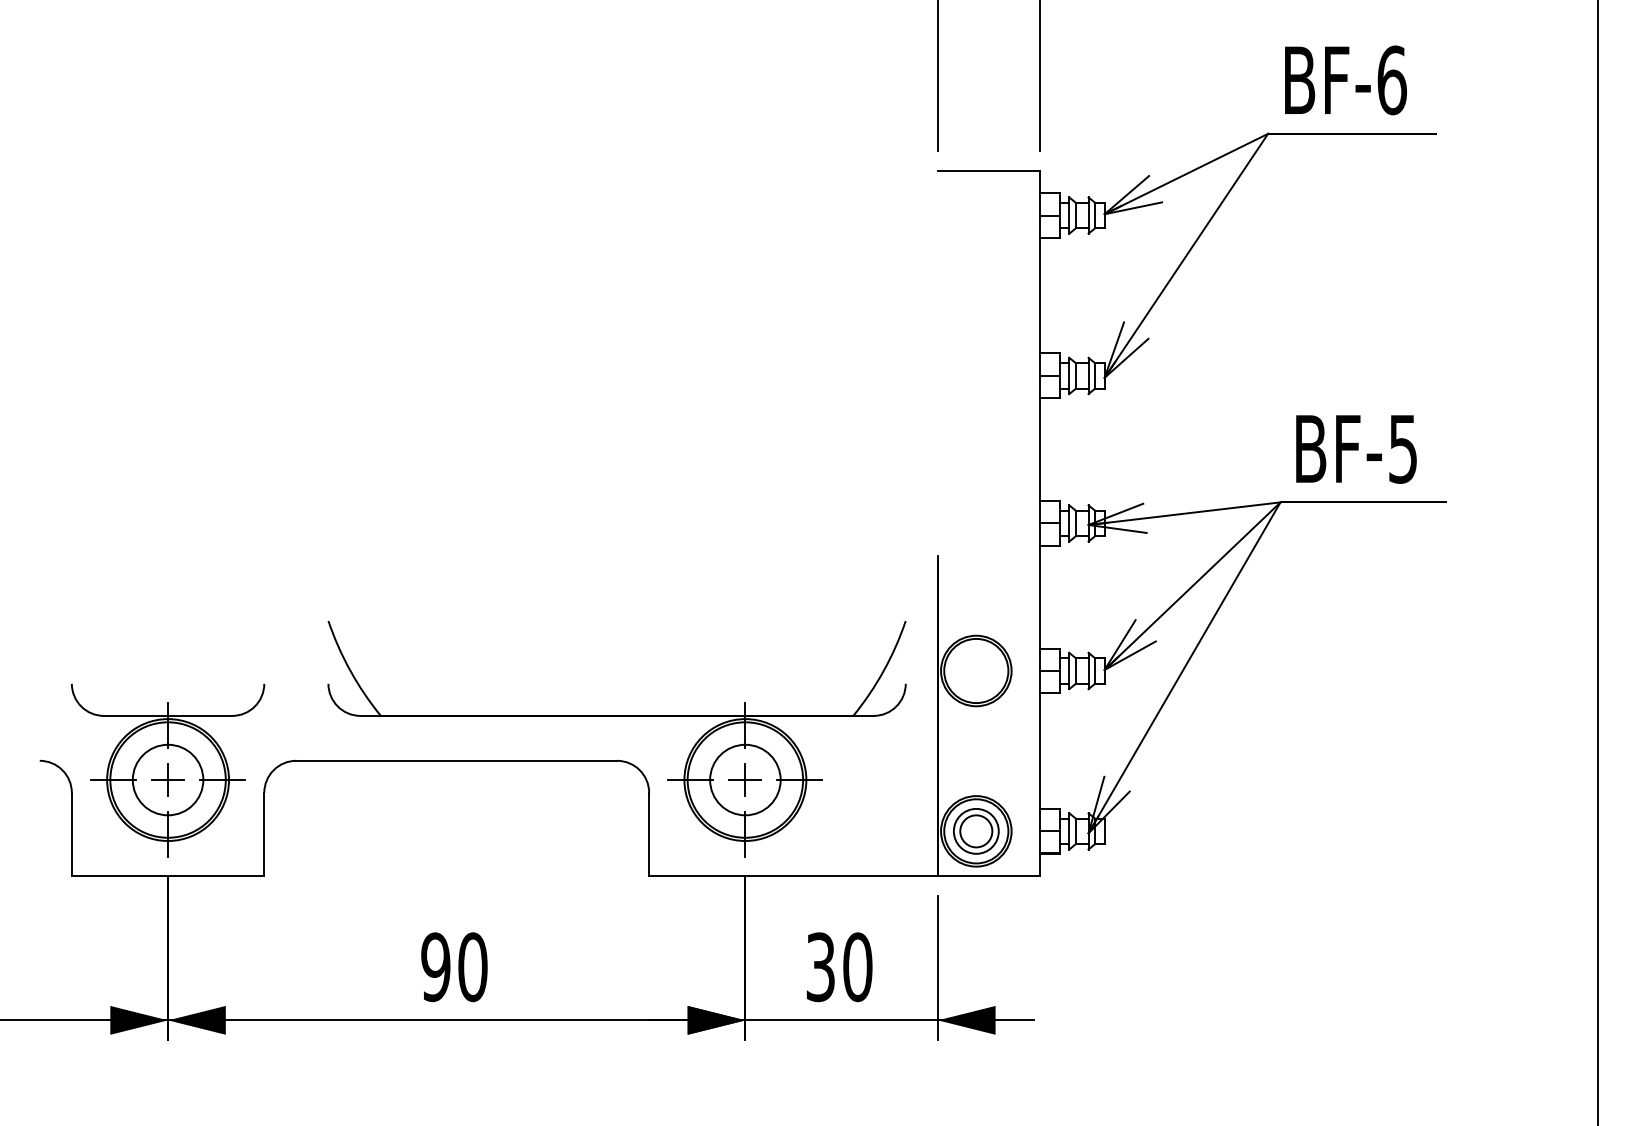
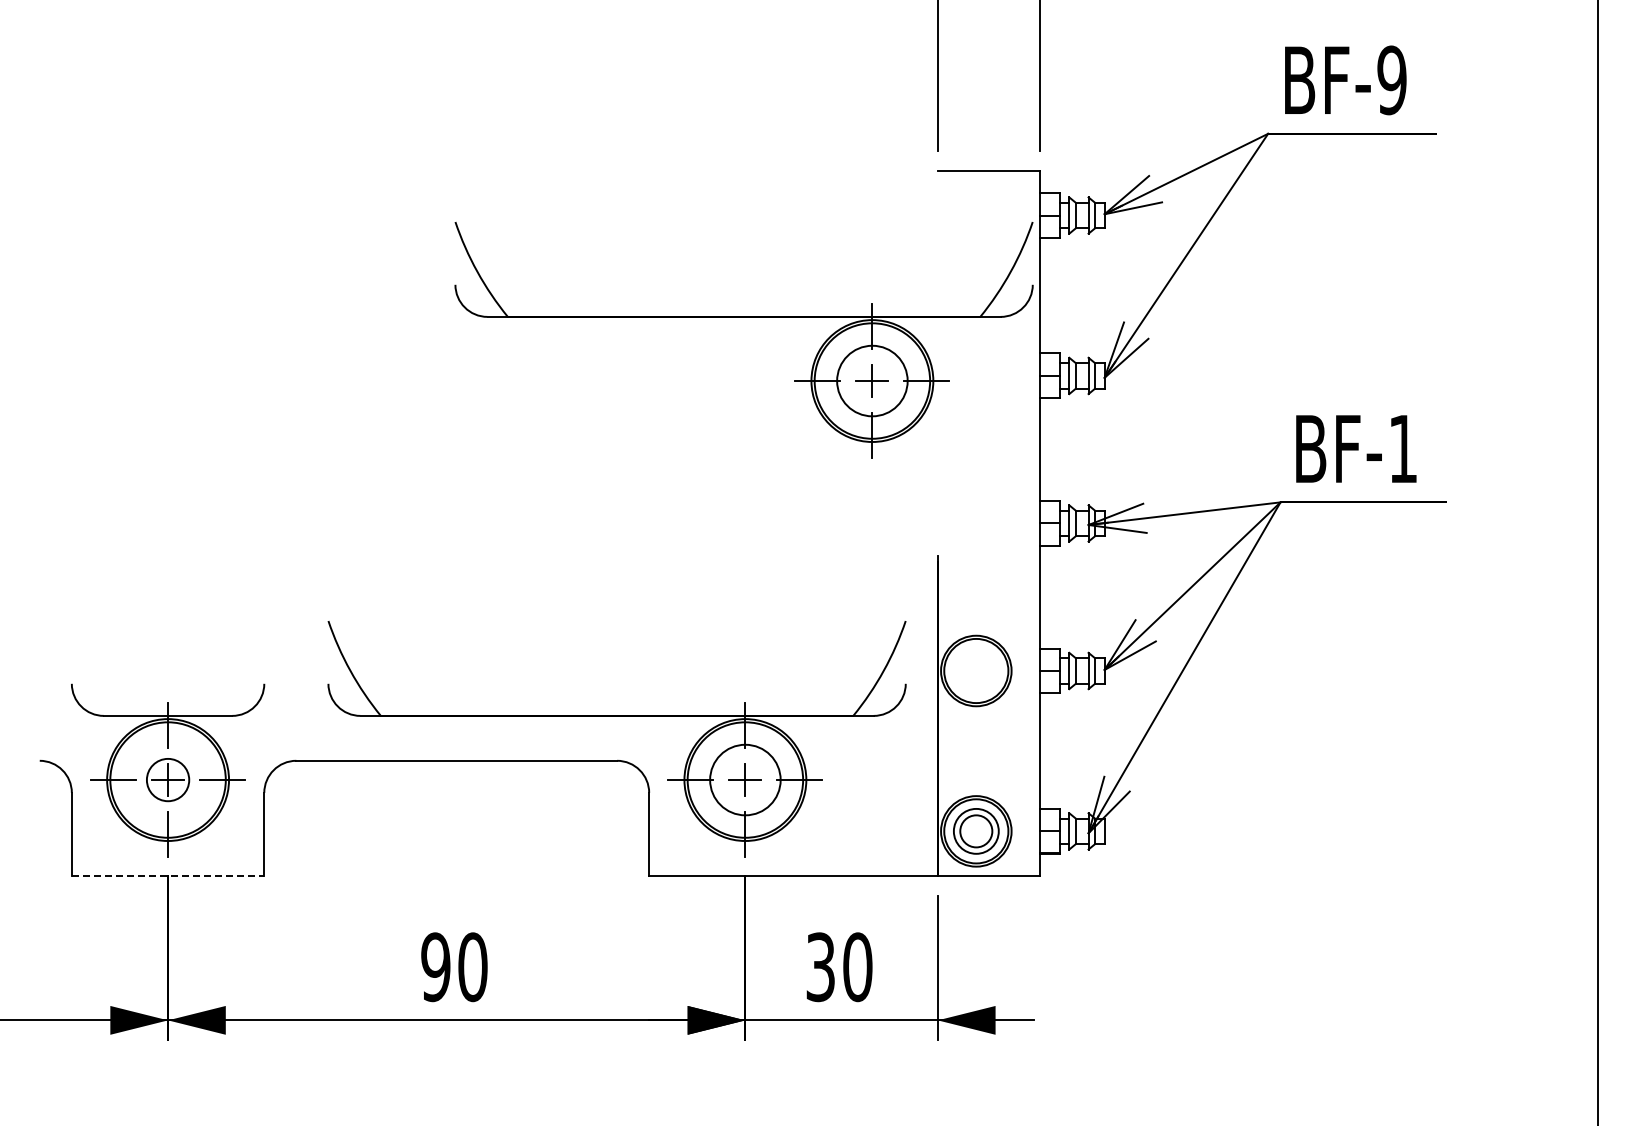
text at (1392, 80): BF-6 -> BF-9
part at (743, 317): none -> present
text at (1402, 449): BF-5 -> BF-1
circle at (167, 779) diameter: 71 px -> 42 px
line at (168, 876): solid -> dashed
